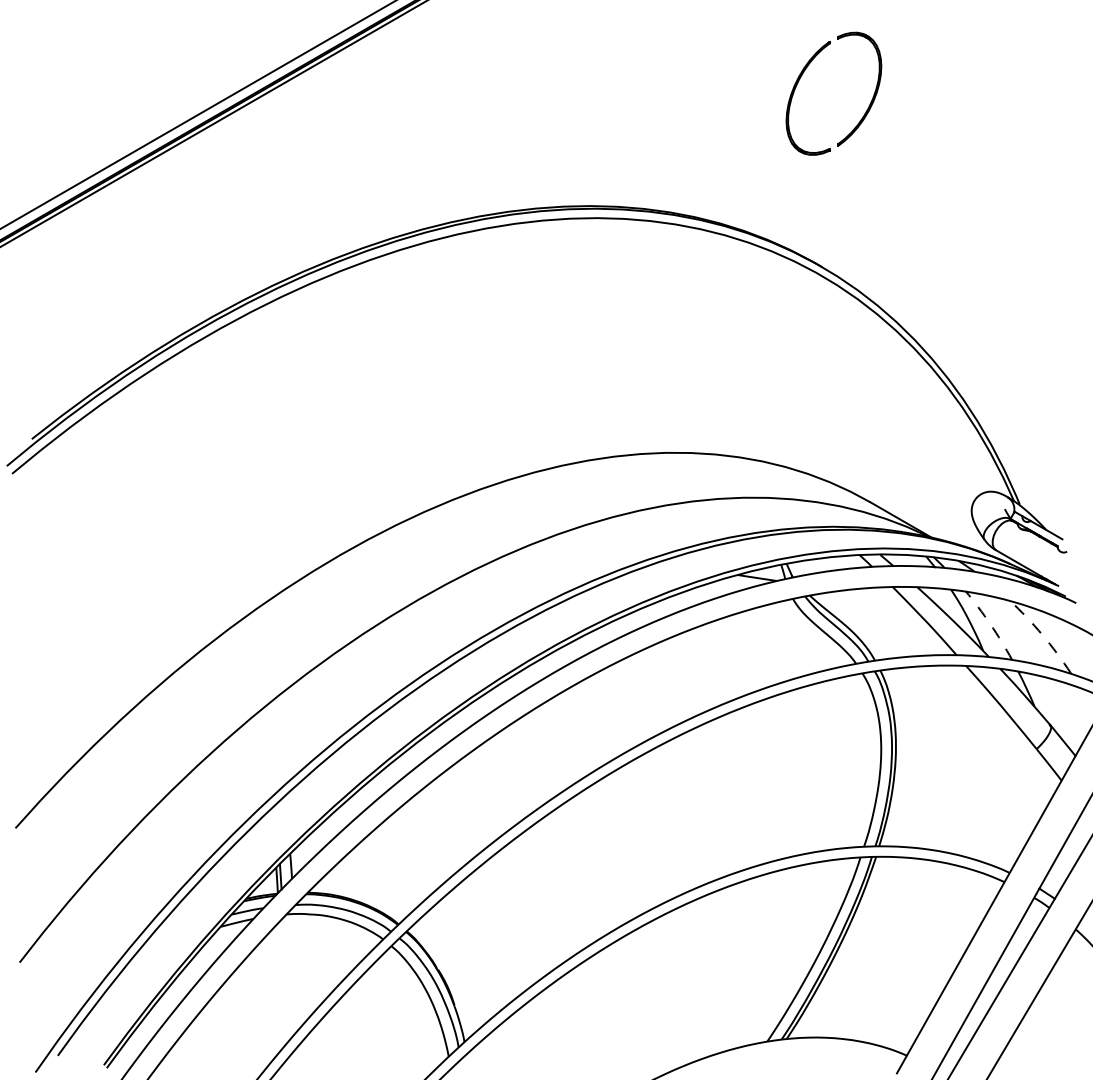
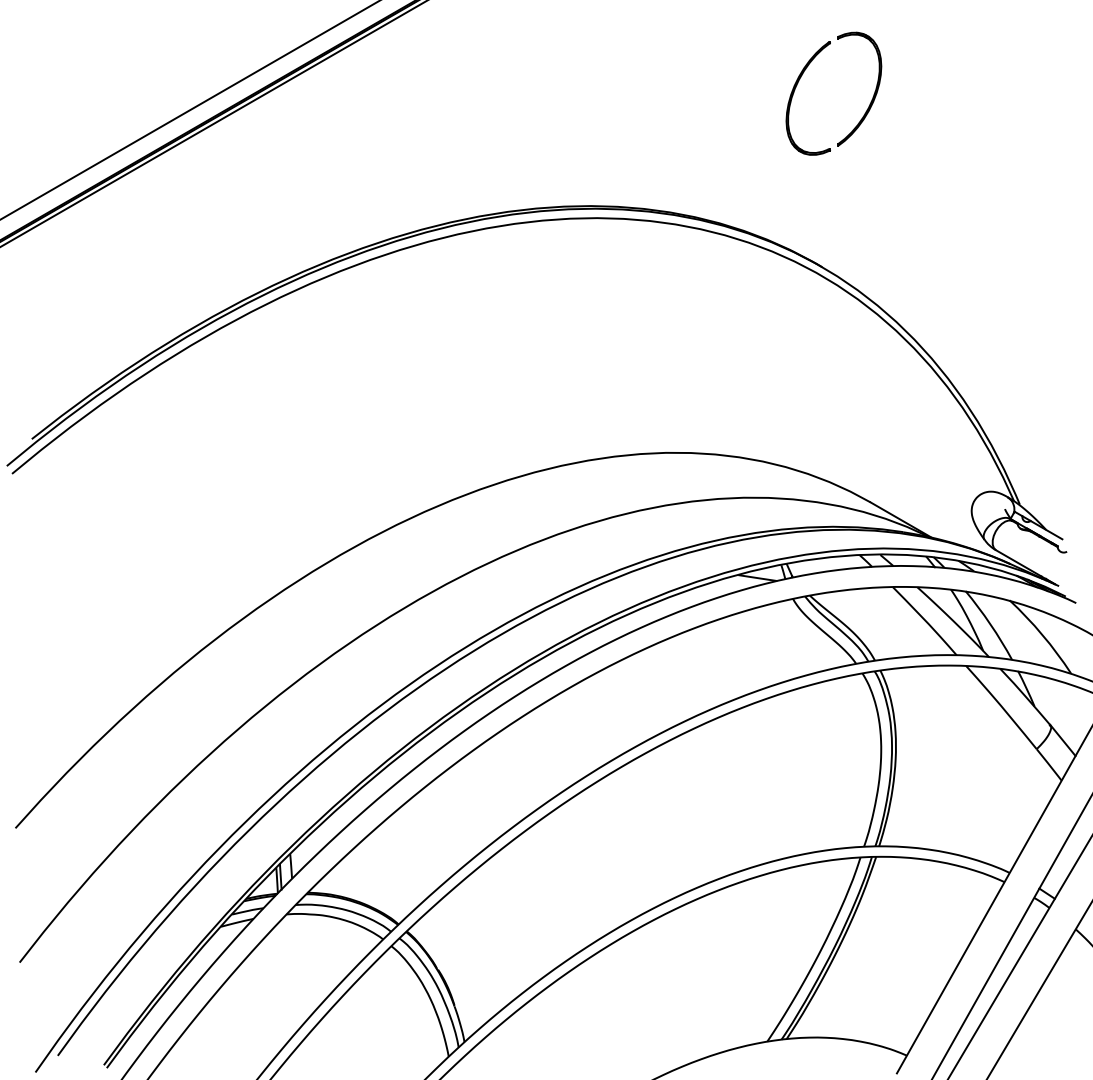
line at (197, 114) position: (197, 114) -> (189, 110)
arc at (990, 624): dashed -> solid
arc at (1042, 634): dashed -> solid
